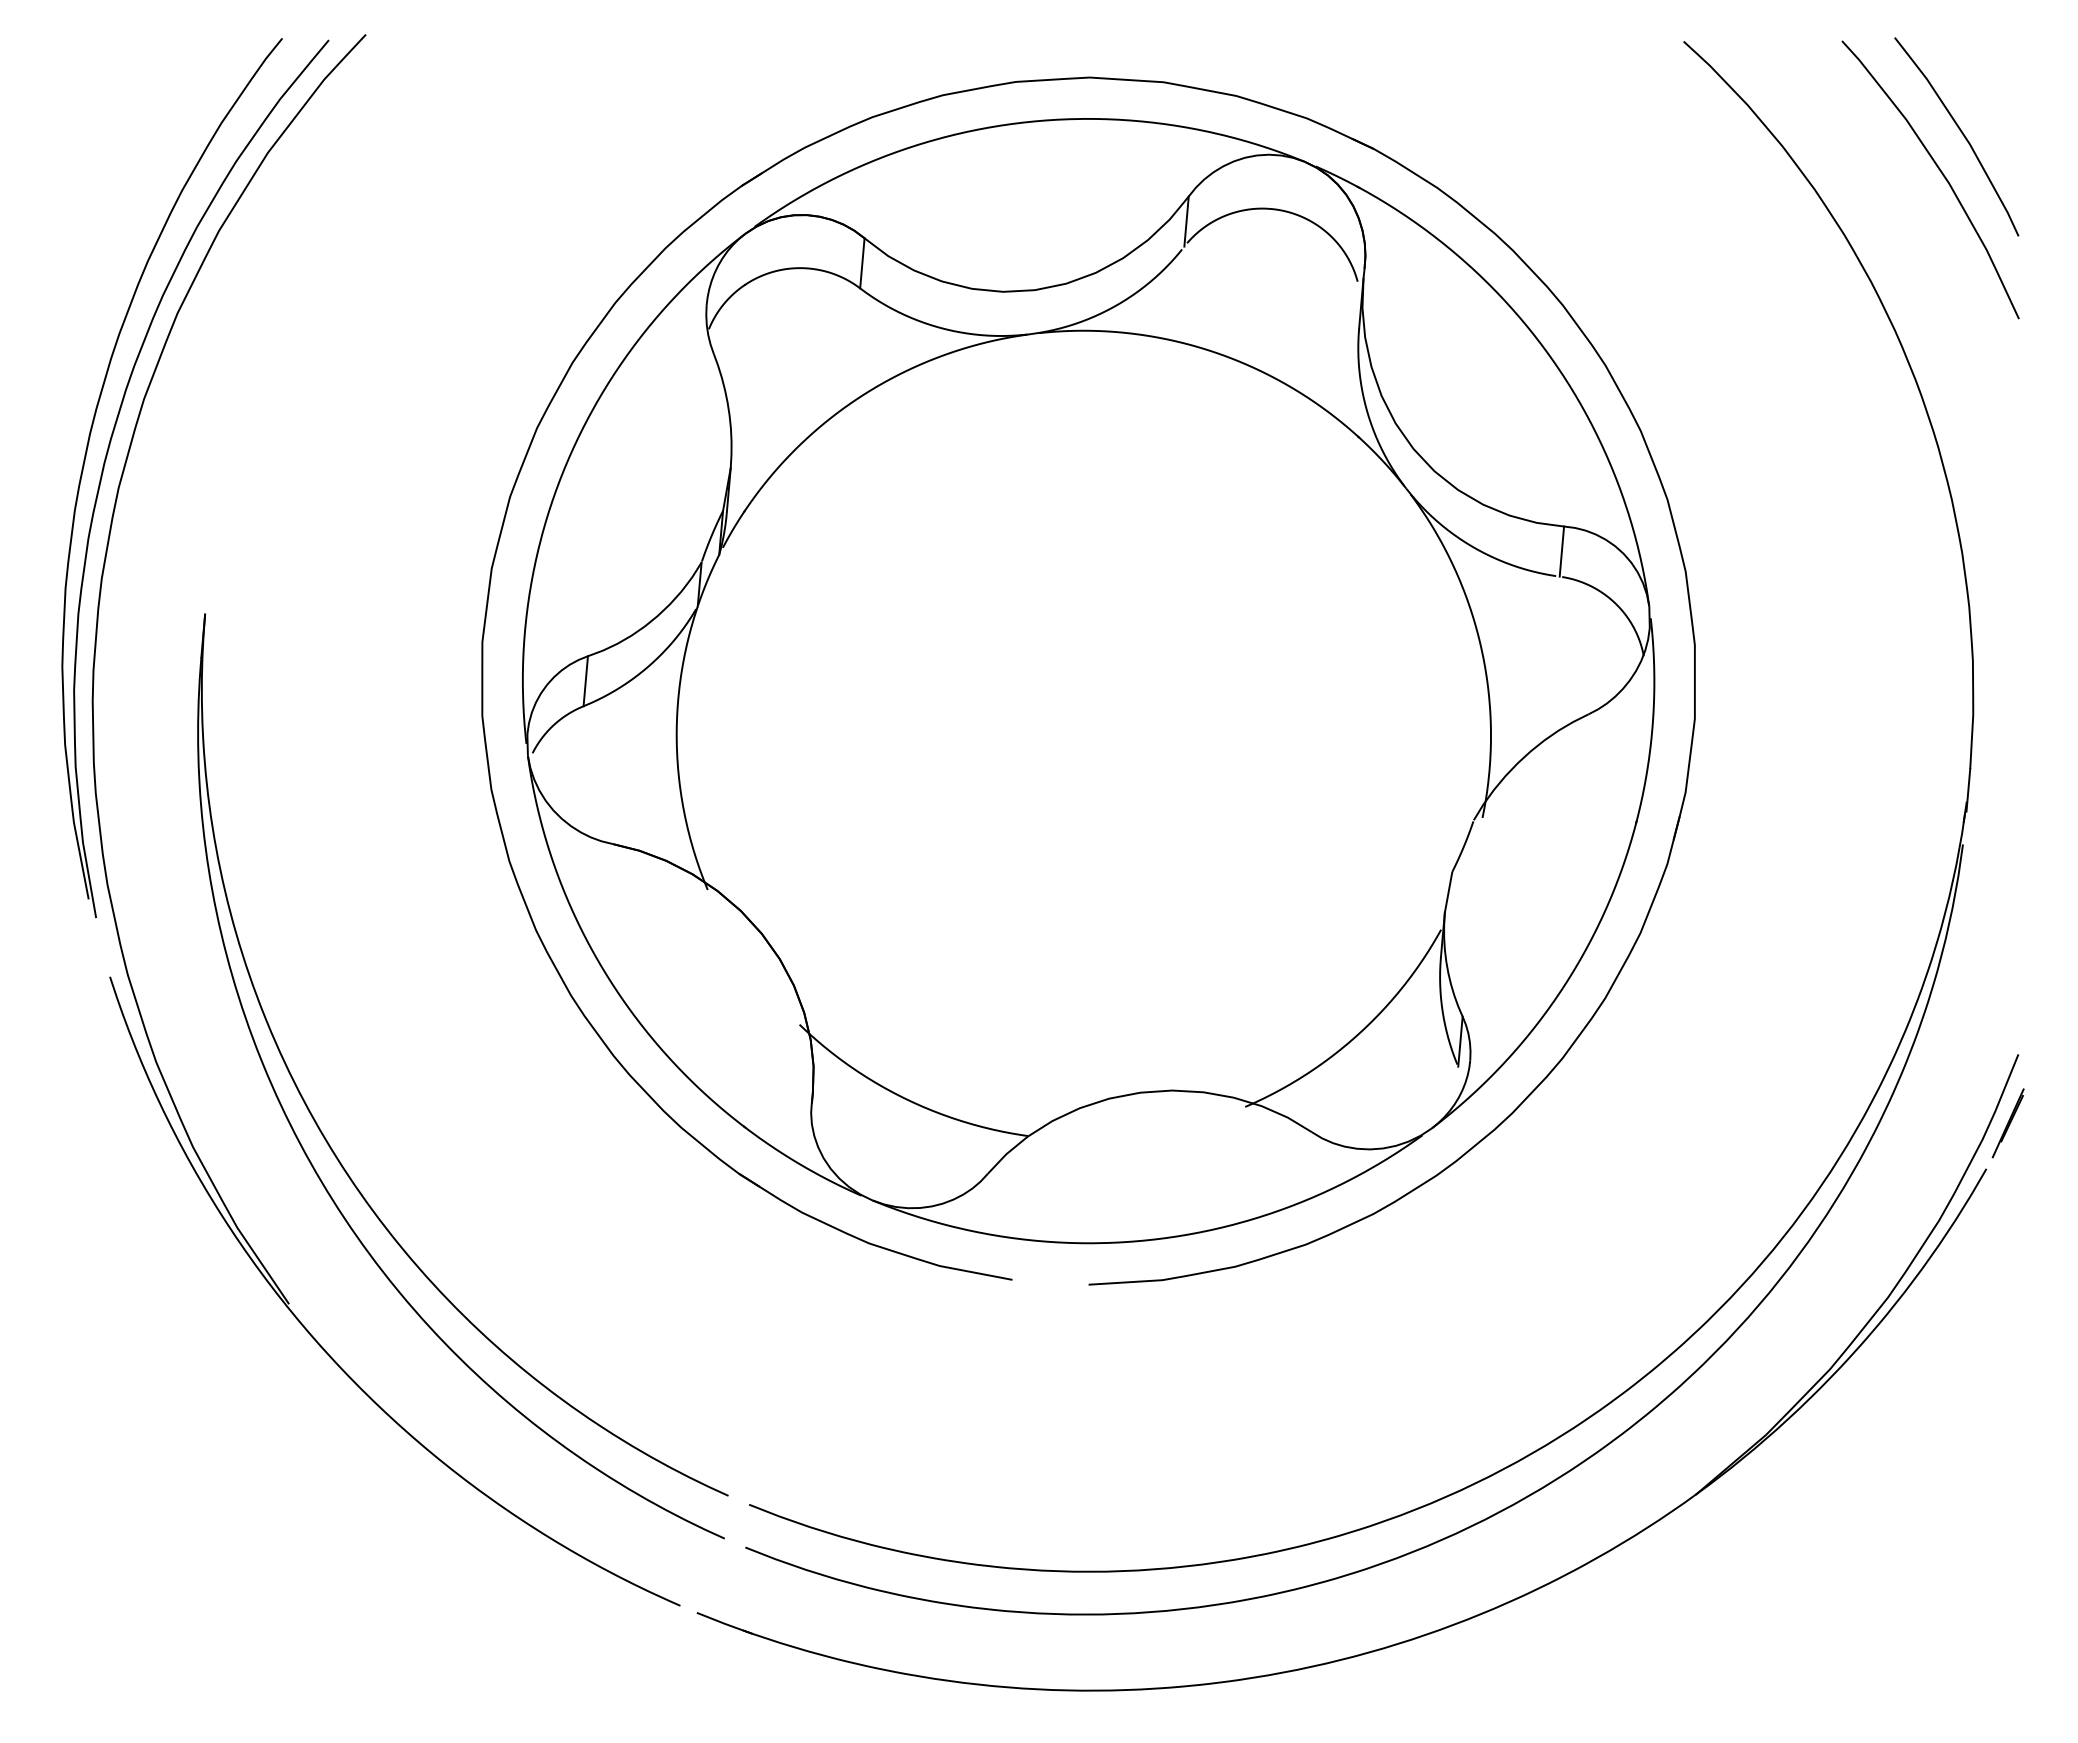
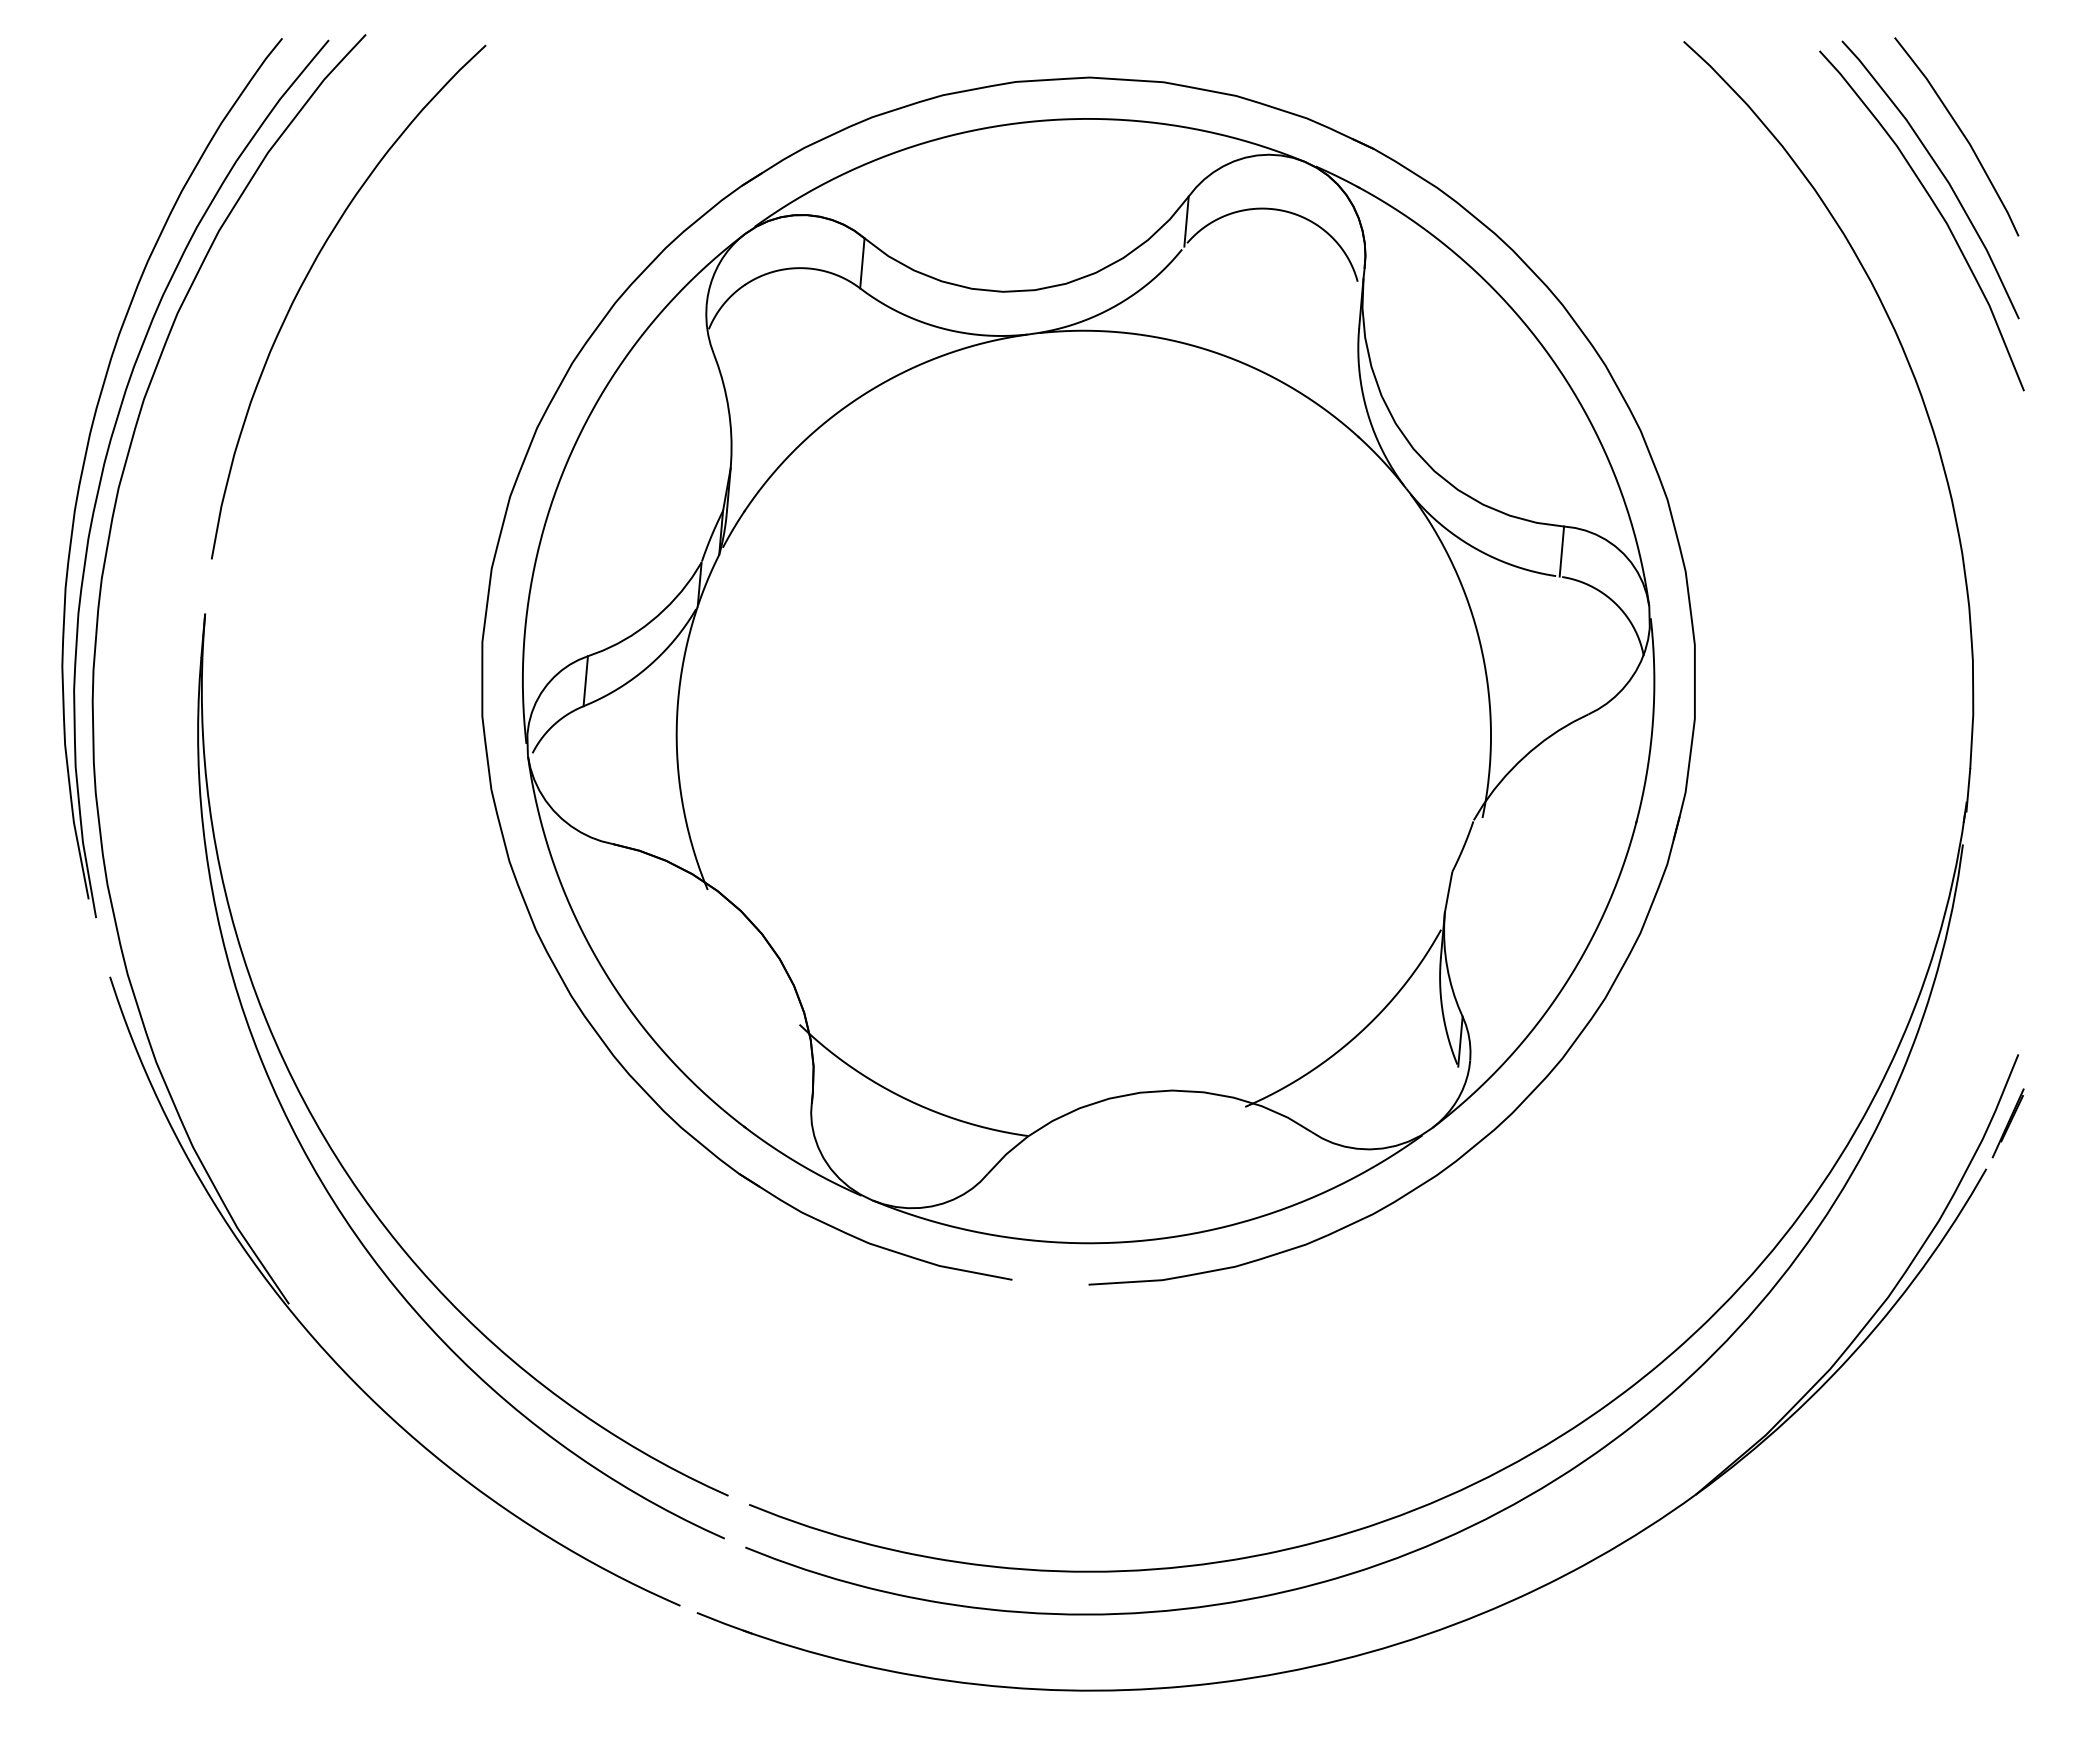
curve at (1936, 209): none -> present
curve at (308, 275): none -> present
